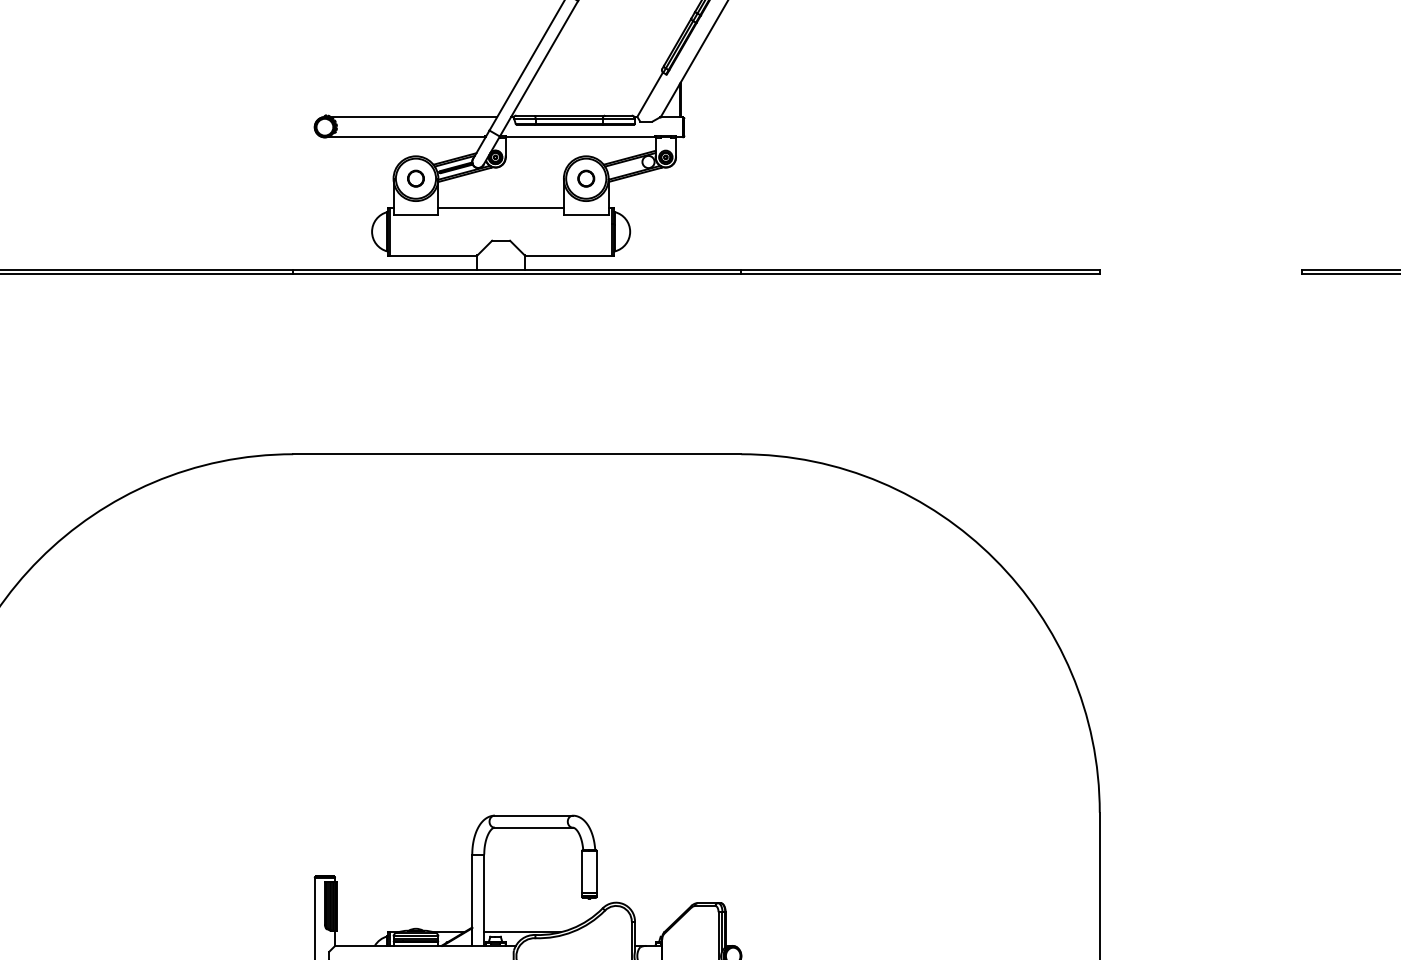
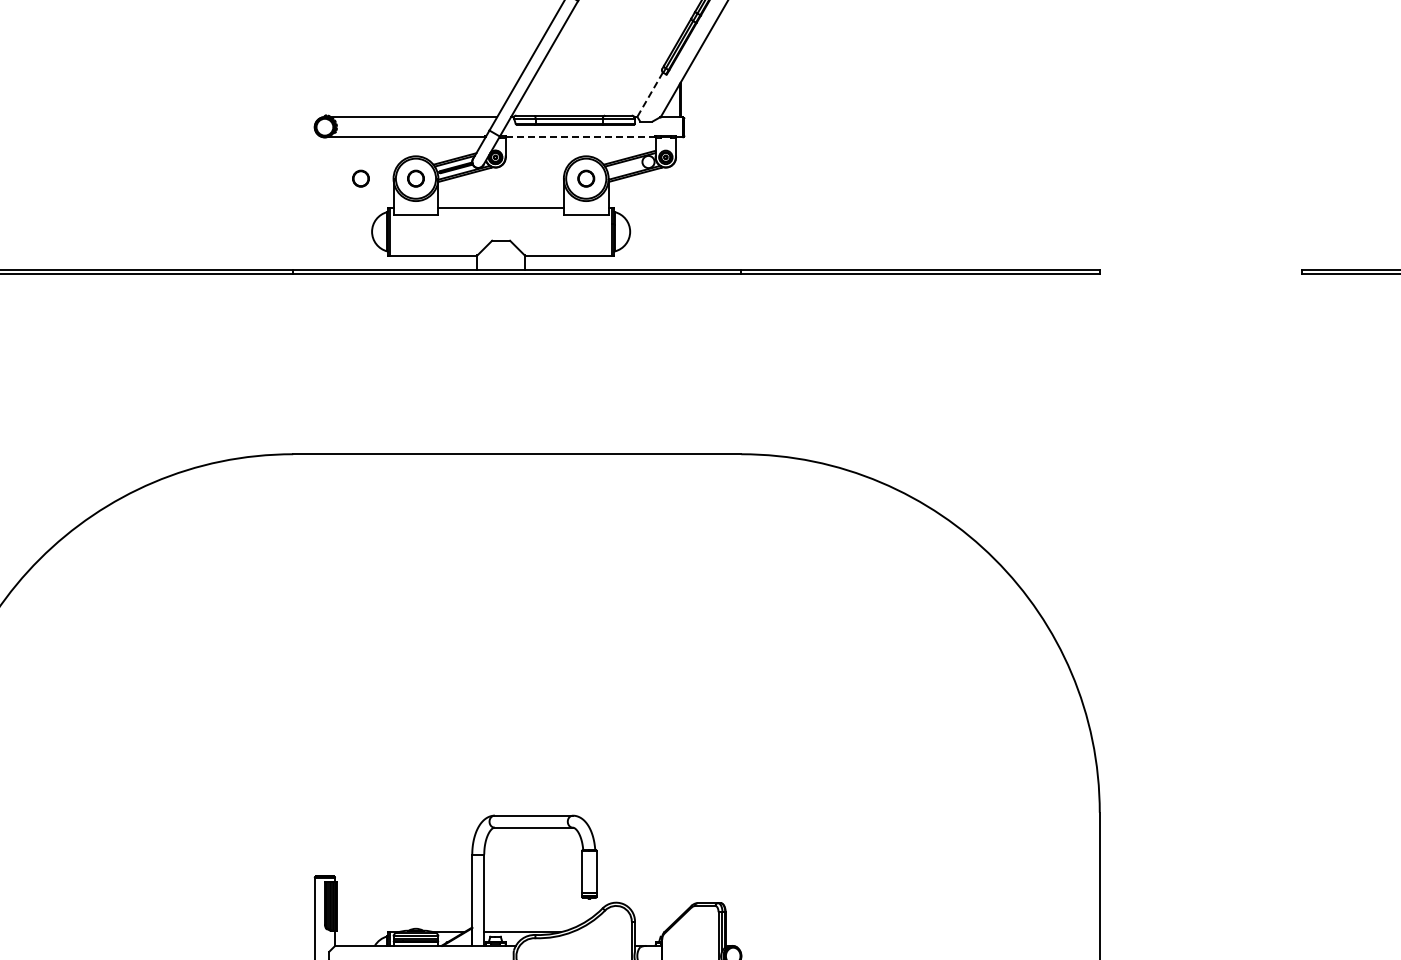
line at (650, 94): solid -> dashed
line at (580, 137): solid -> dashed
circle at (360, 178): none -> present
